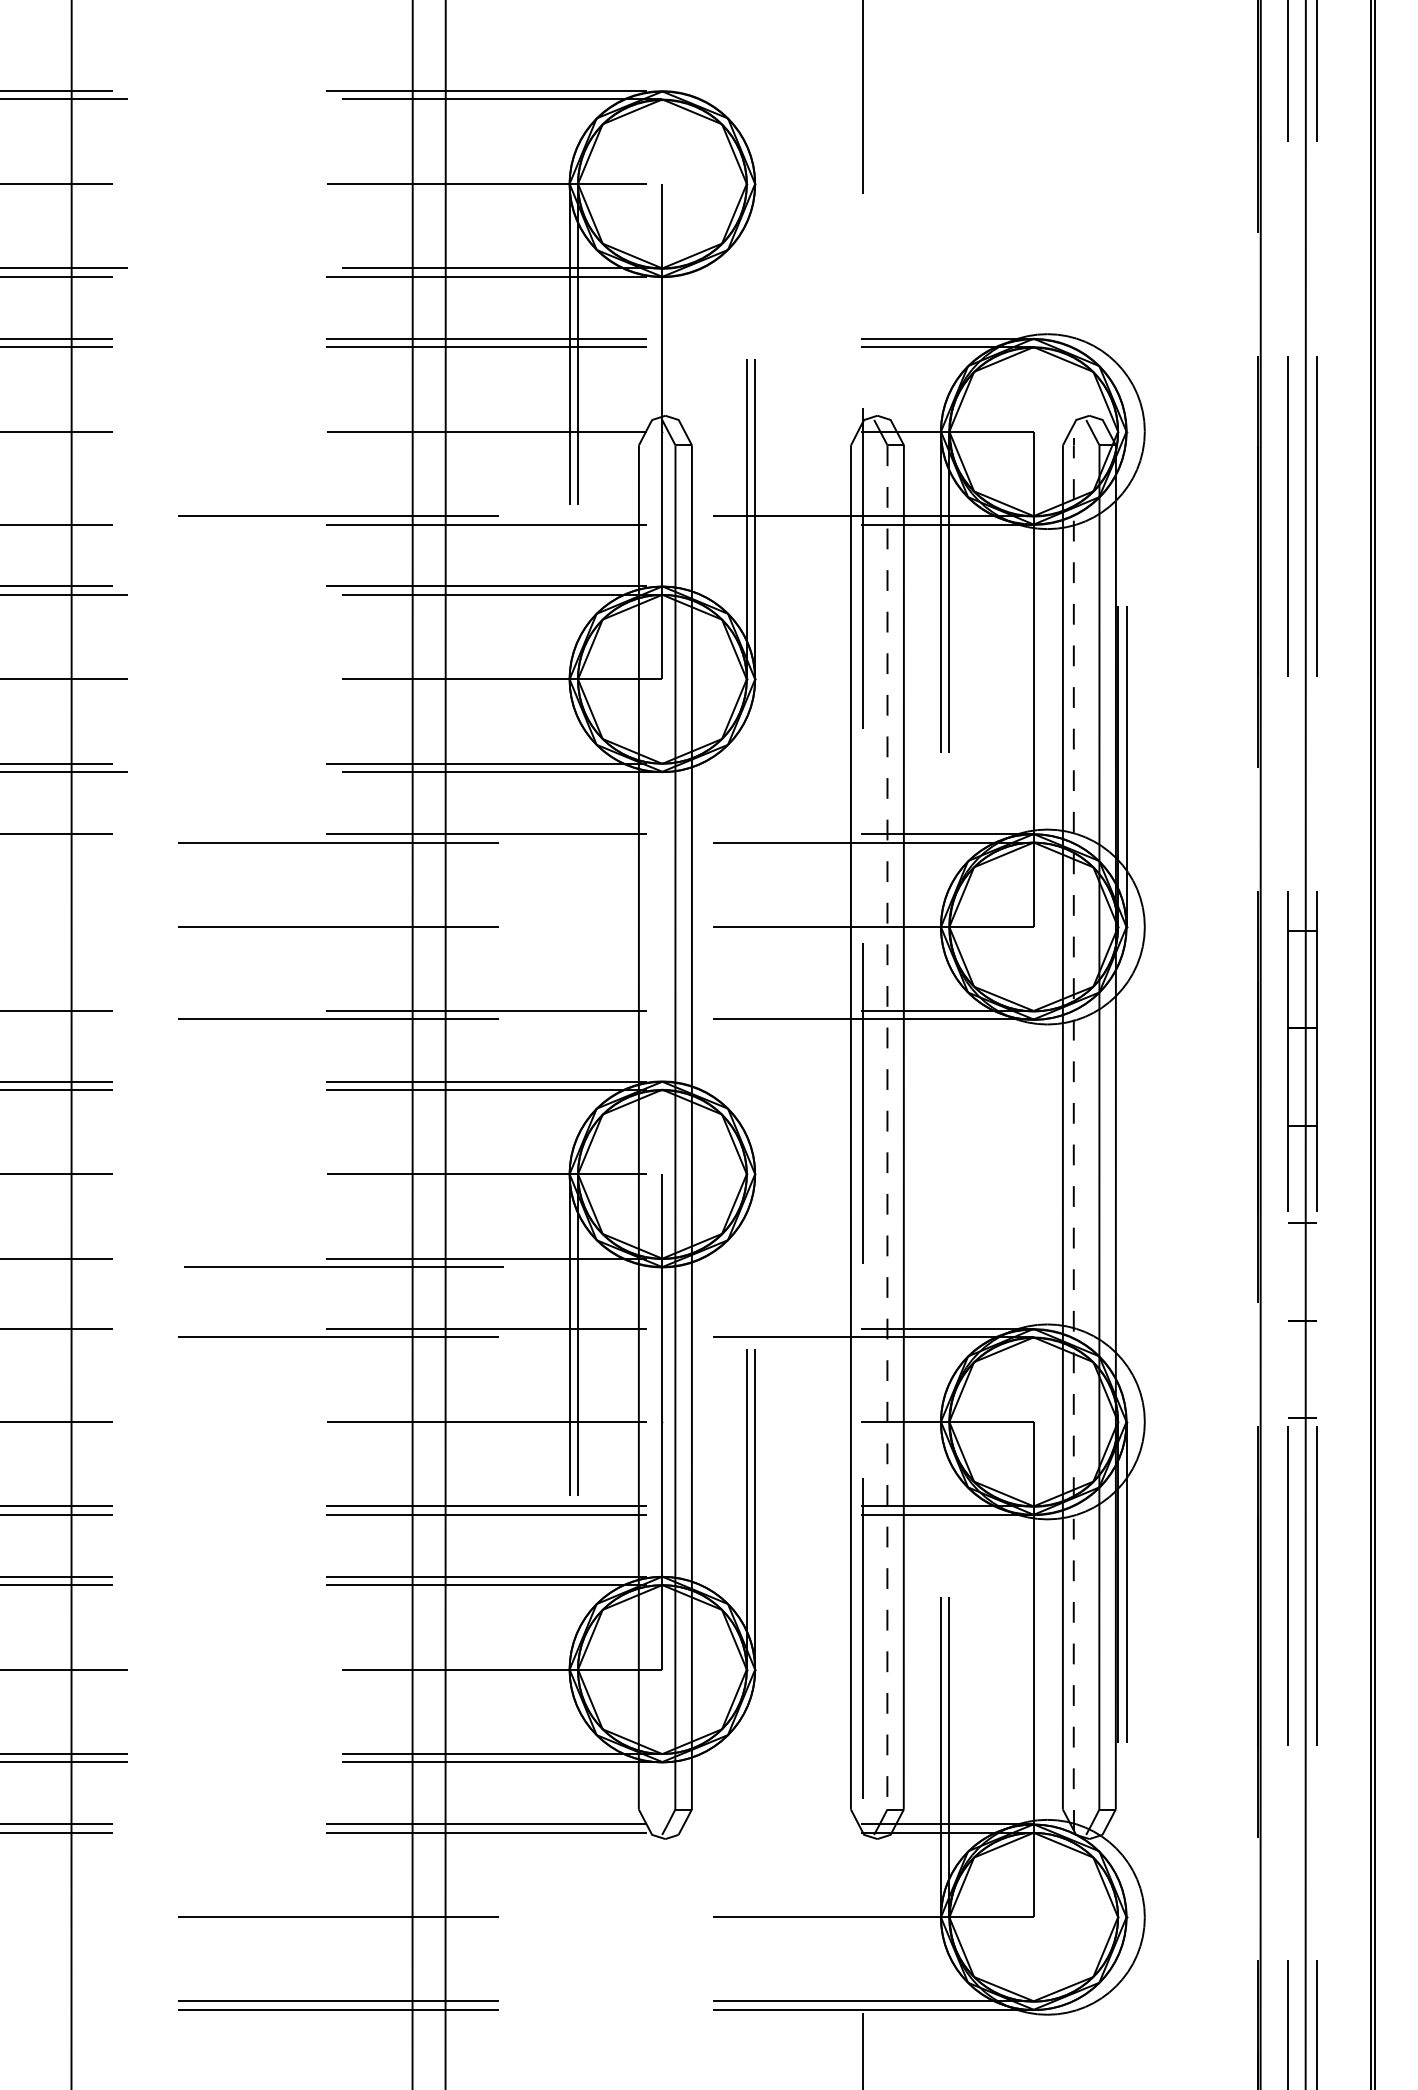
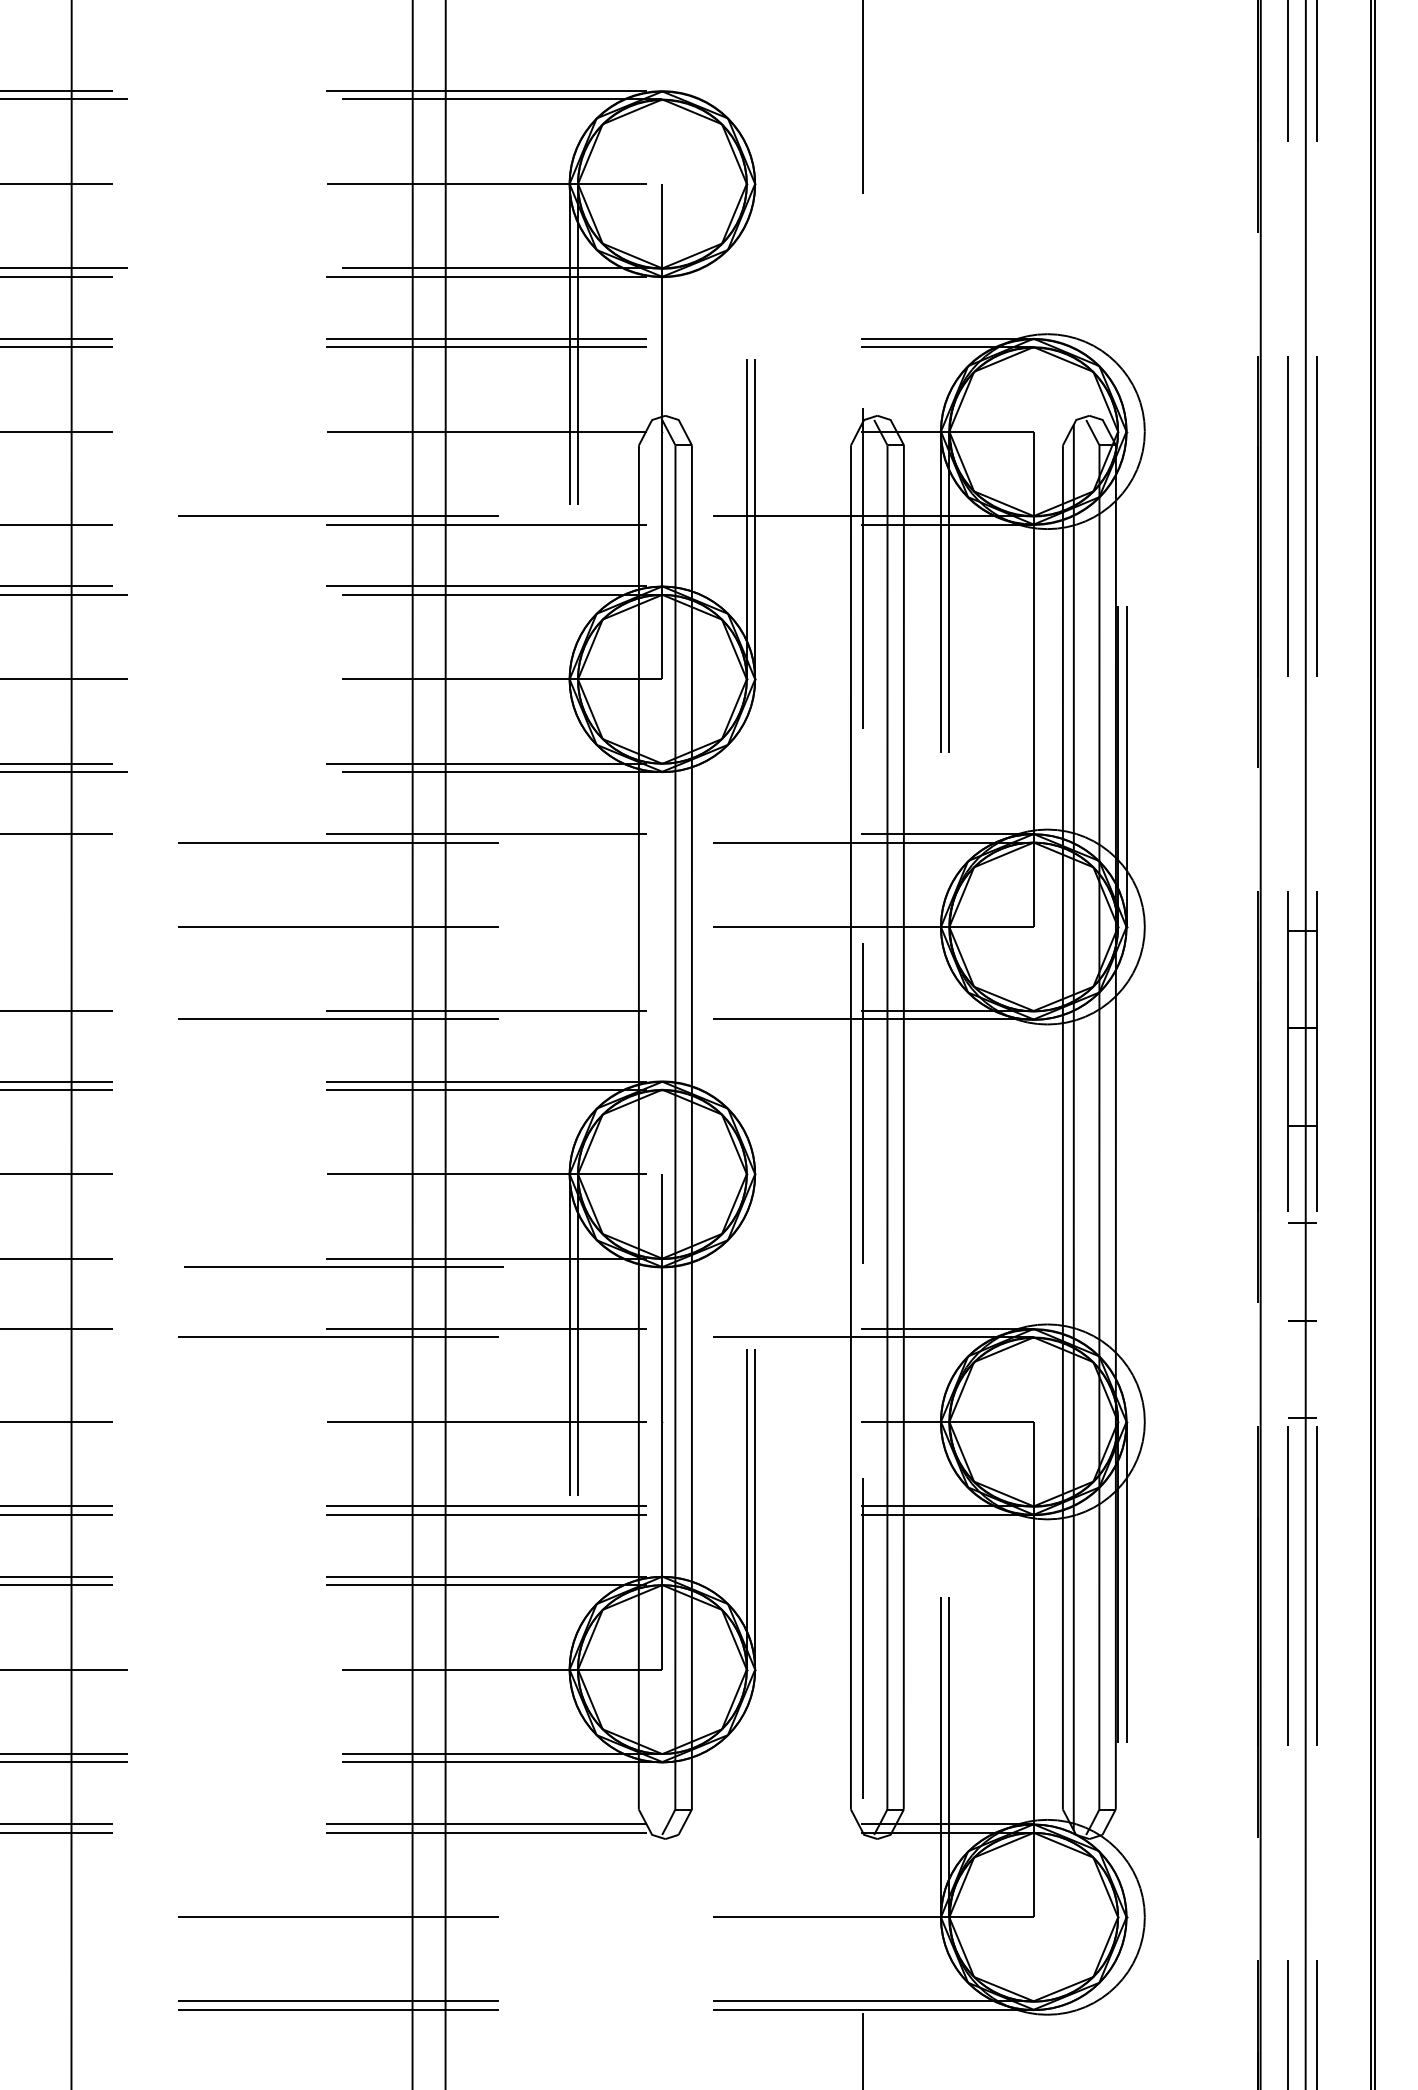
line at (887, 1127): dashed -> solid
line at (1073, 1127): dashed -> solid
